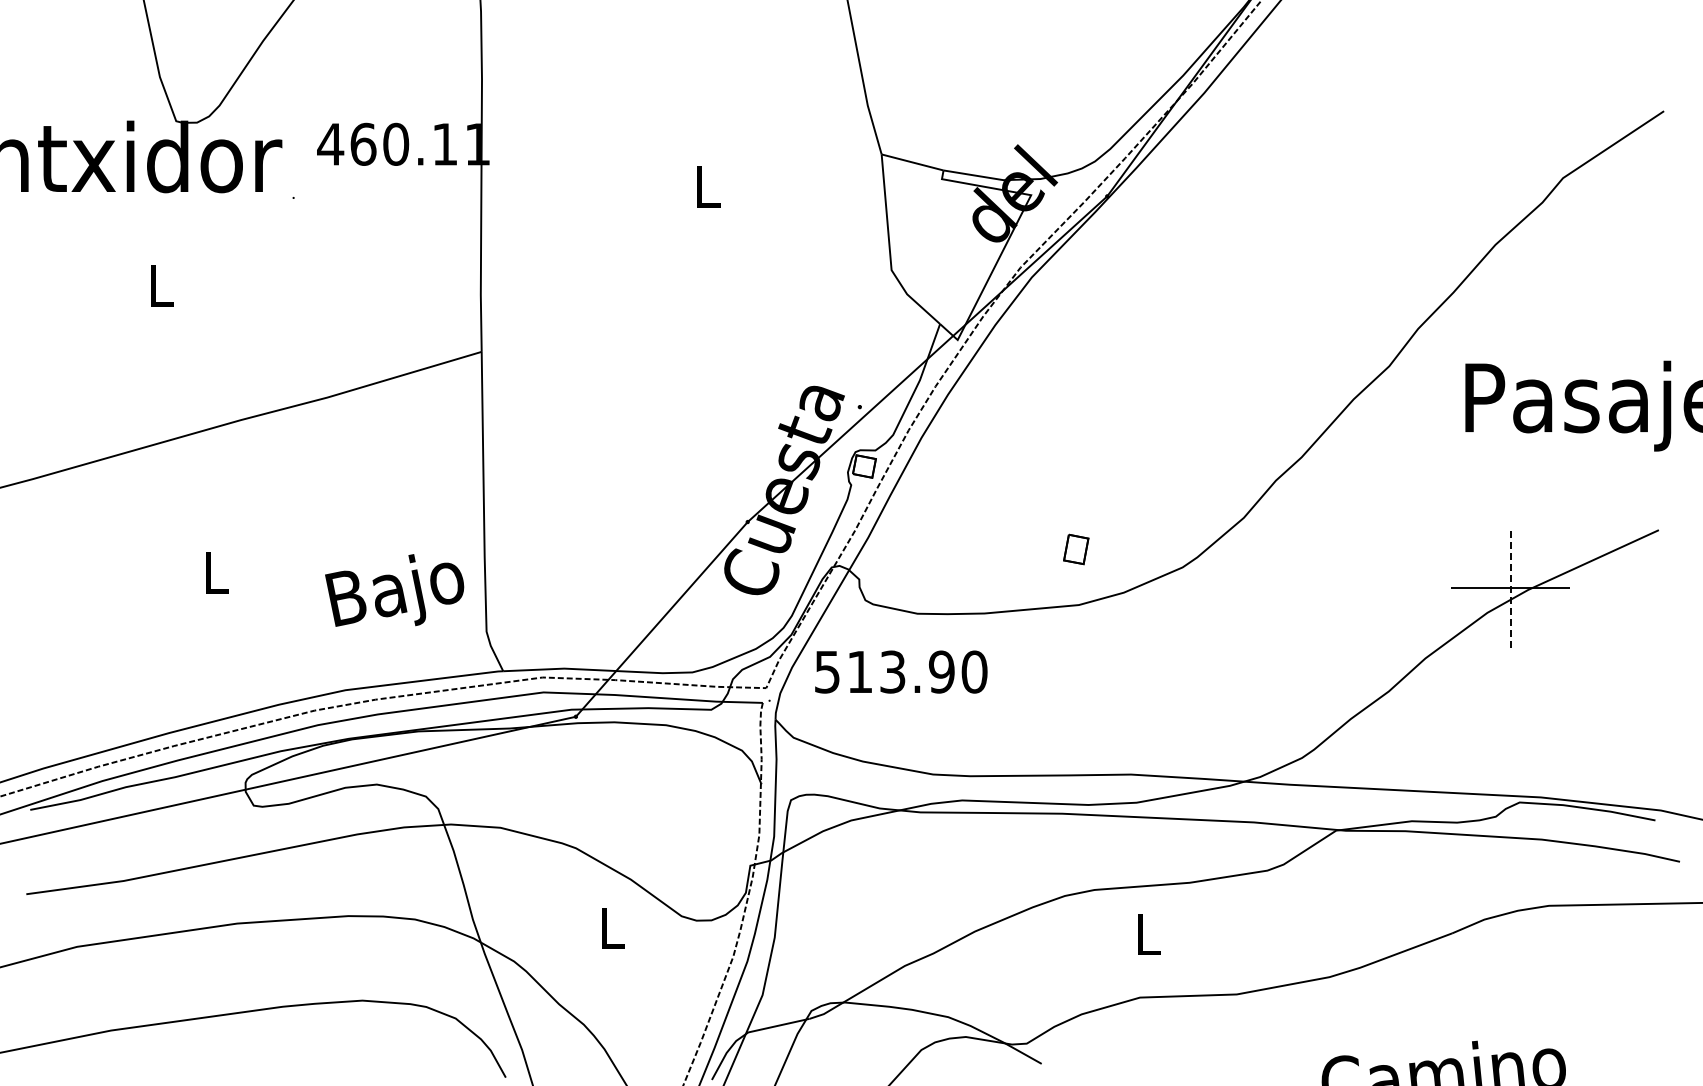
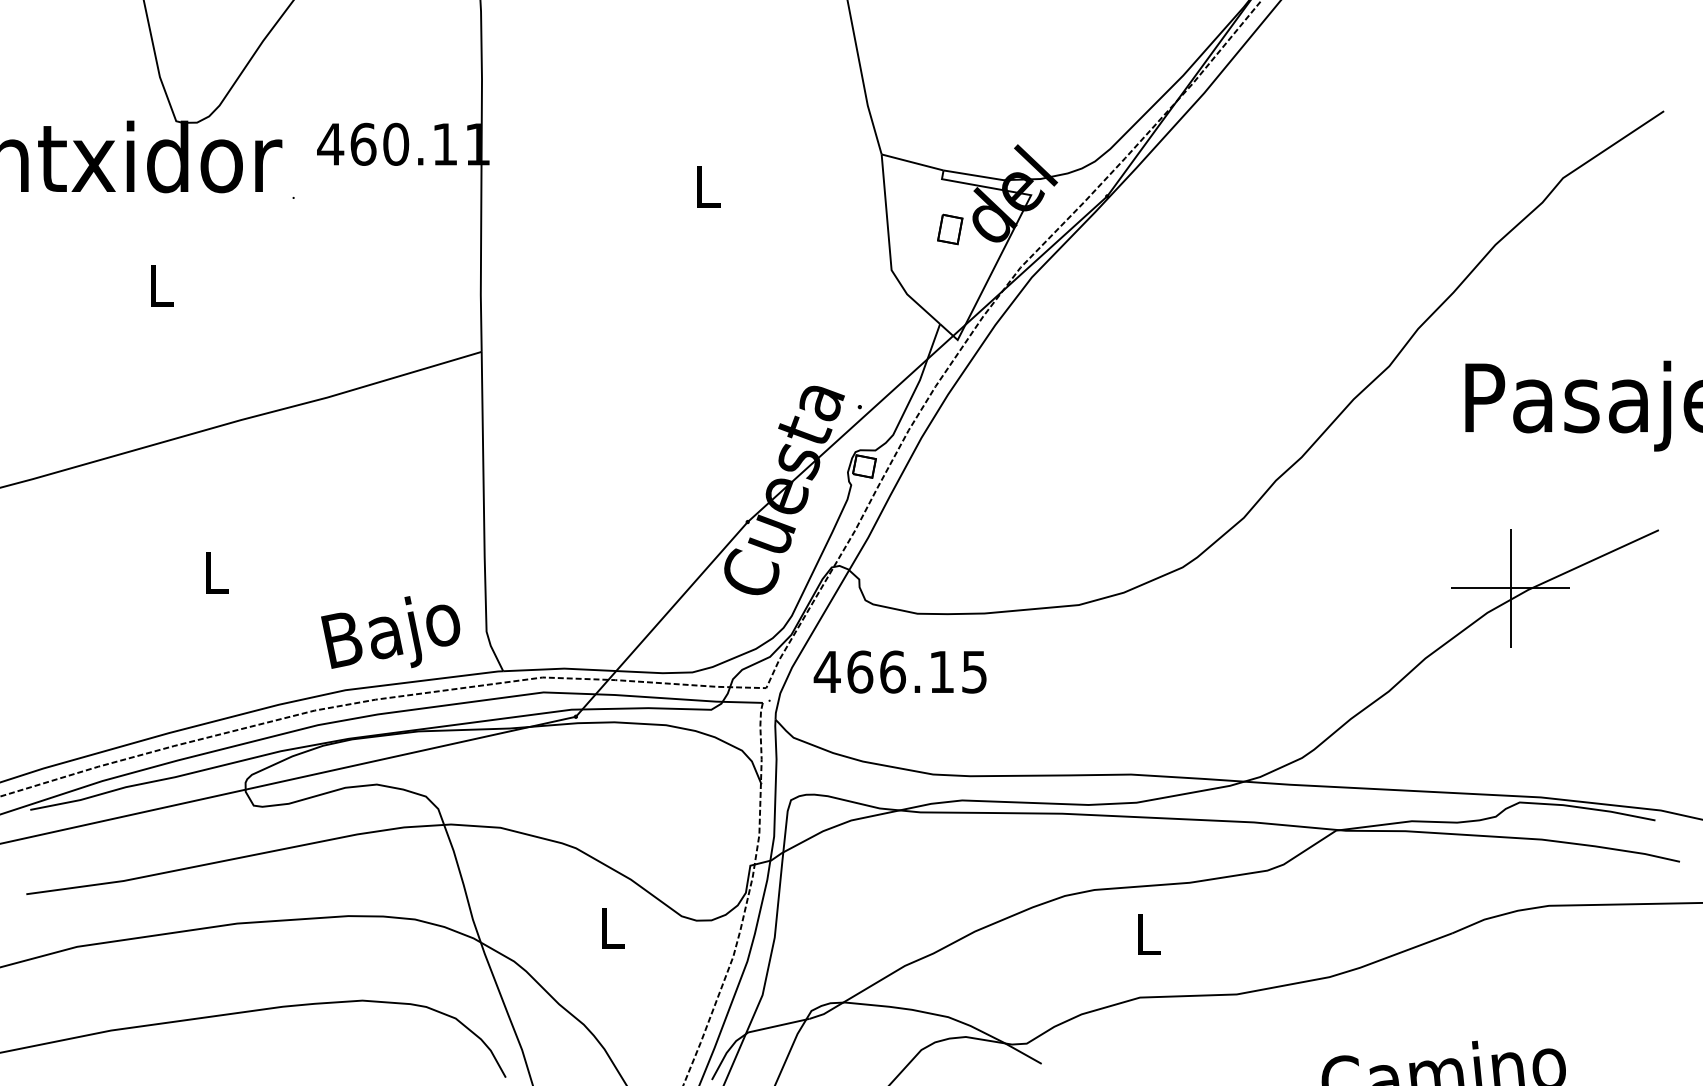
part at (1076, 549) position: (1076, 549) -> (950, 229)
line at (1510, 588): dashed -> solid
text at (394, 590) position: (394, 590) -> (390, 632)
text at (900, 671): 513.90 -> 466.15
